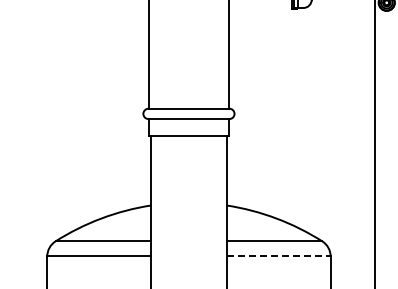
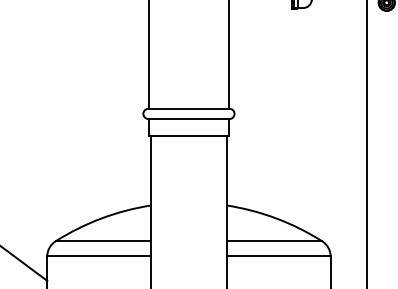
line at (374, 143) position: (374, 143) -> (366, 143)
line at (279, 256): dashed -> solid
line at (24, 263): none -> present
